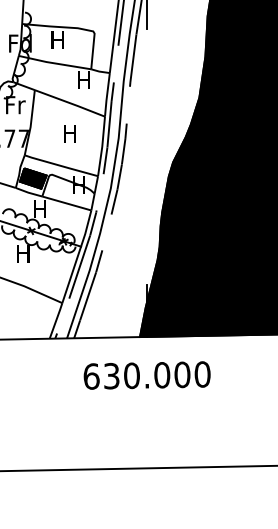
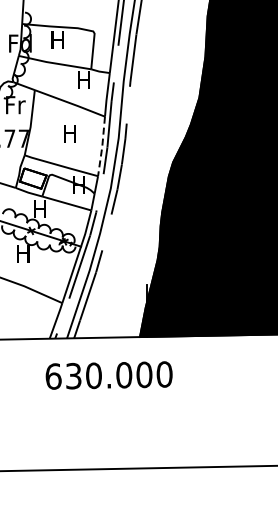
line at (147, 16): present -> none
line at (102, 146): solid -> dashed
fill at (33, 178): present -> none
text at (146, 375) position: (146, 375) -> (108, 375)
